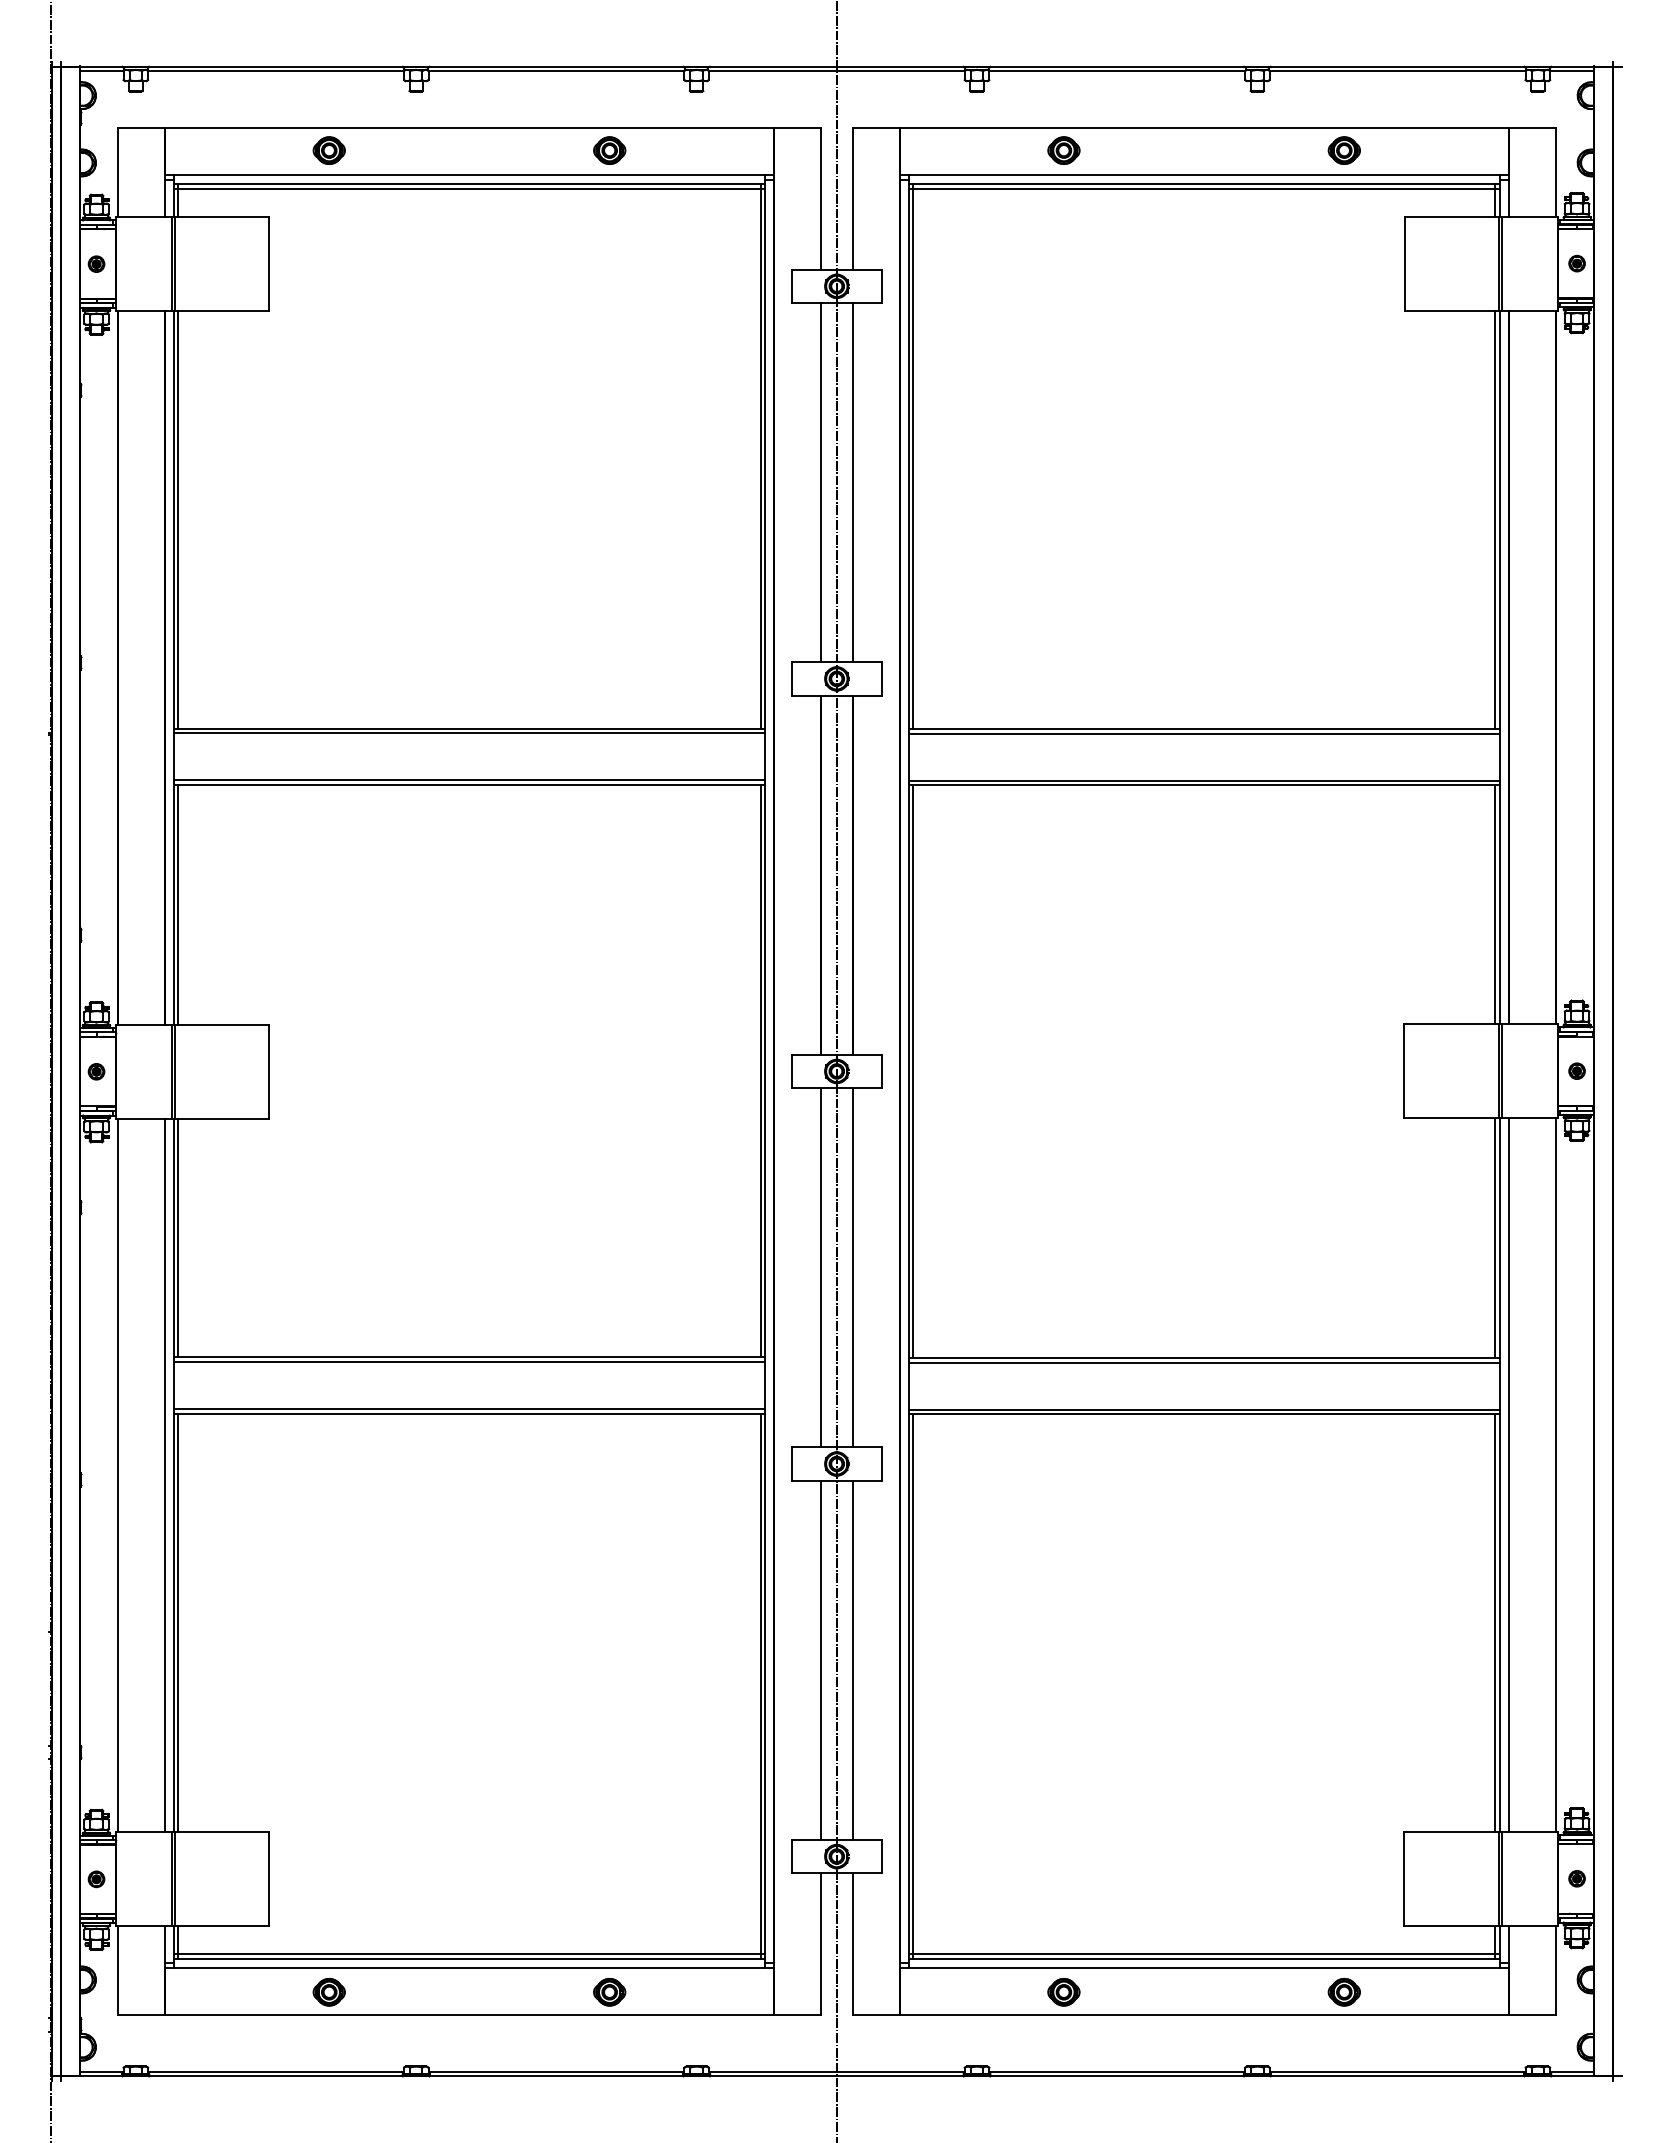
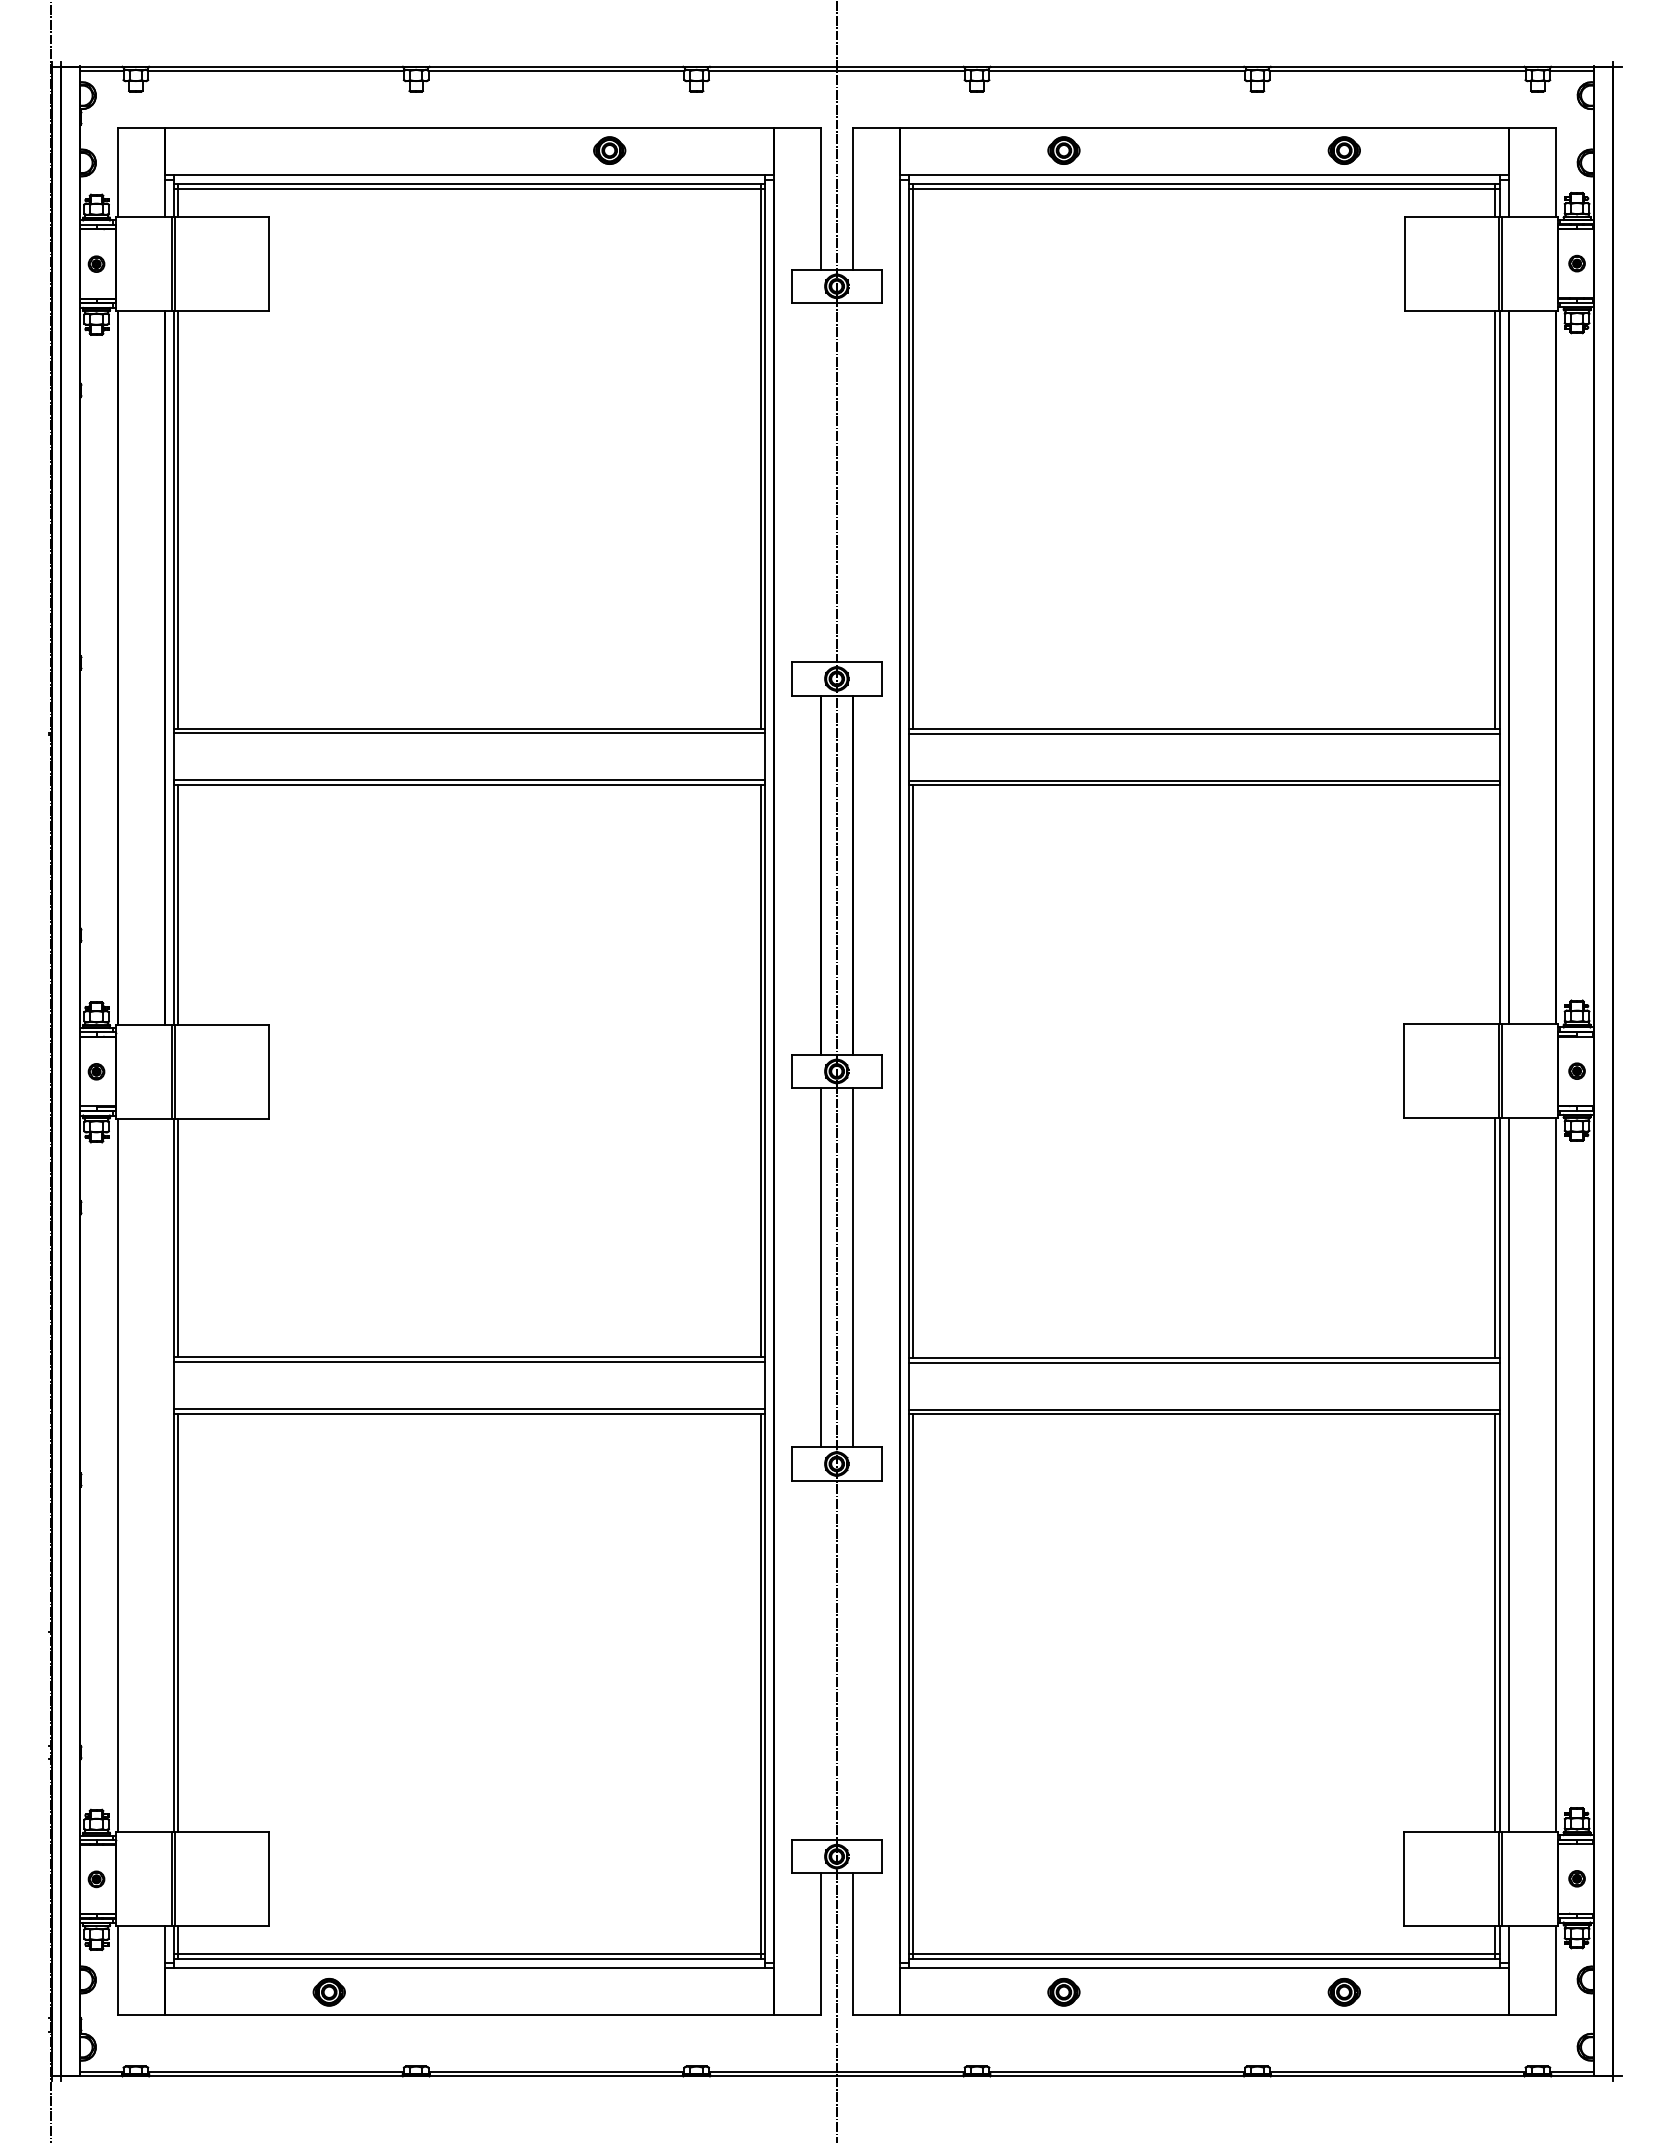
part at (328, 150): present -> none
line at (821, 482): present -> none
line at (852, 482): present -> none
line at (1495, 904): present -> none
line at (164, 1475): present -> none
line at (821, 1659): present -> none
line at (852, 1659): present -> none
part at (609, 1992): present -> none
